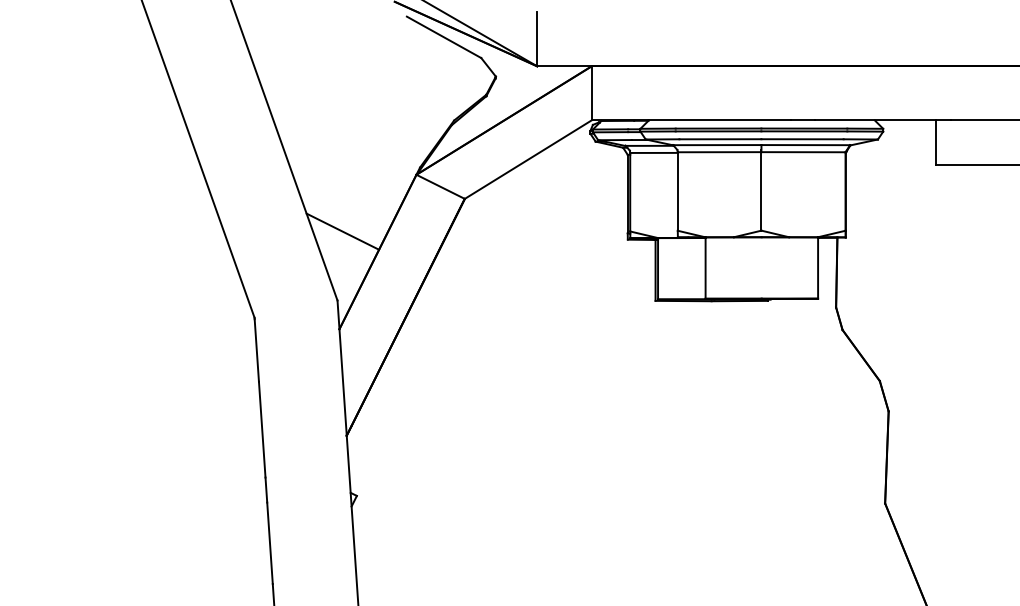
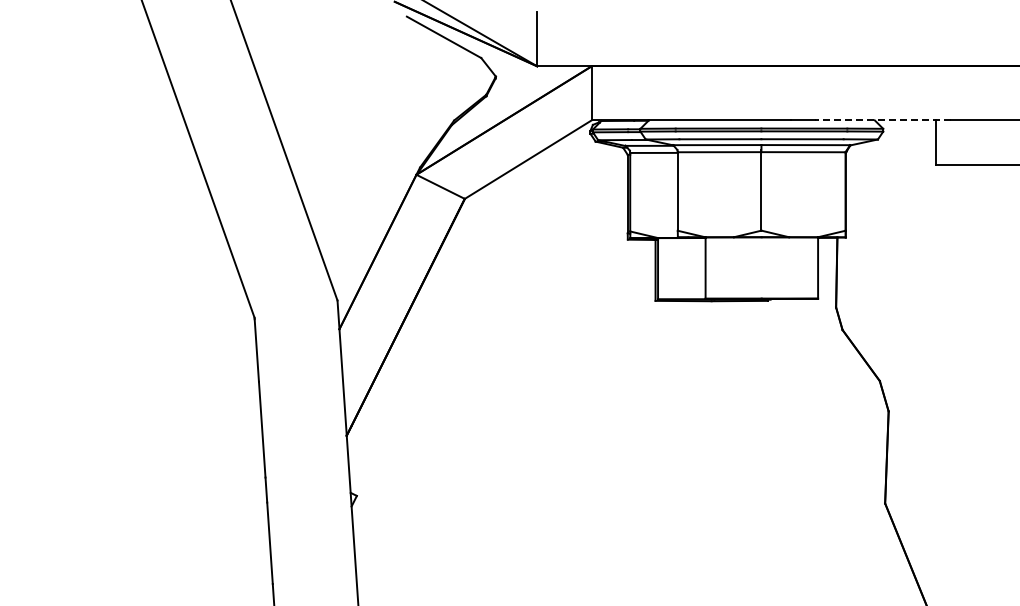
line at (882, 120): solid -> dashed
line at (342, 231): present -> none
